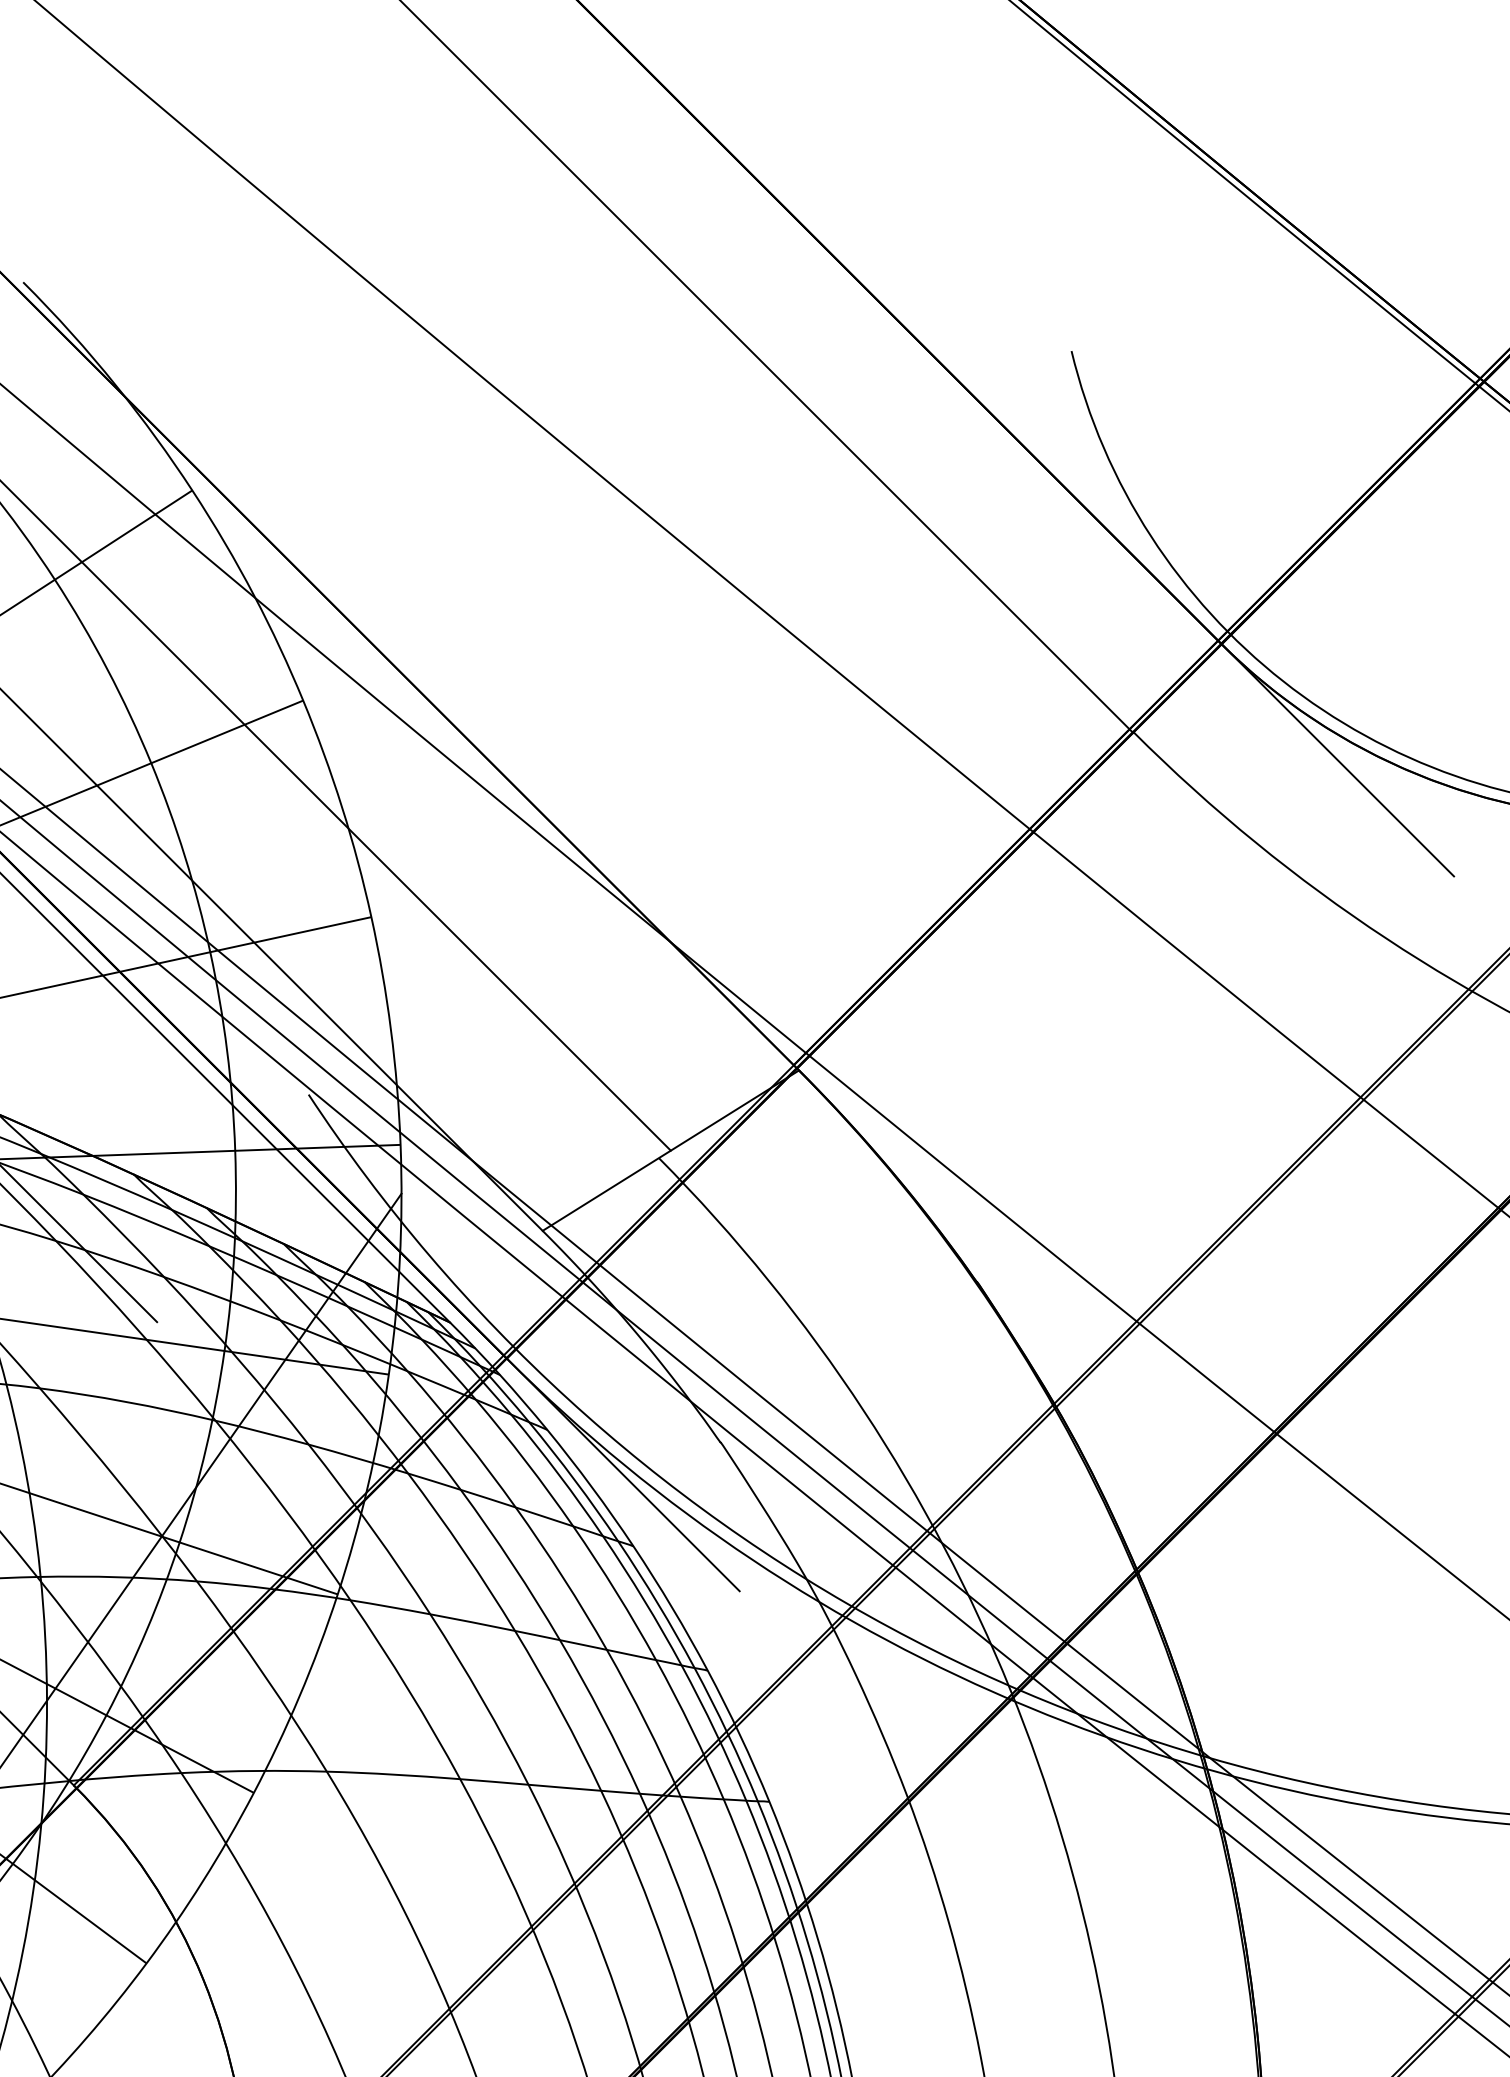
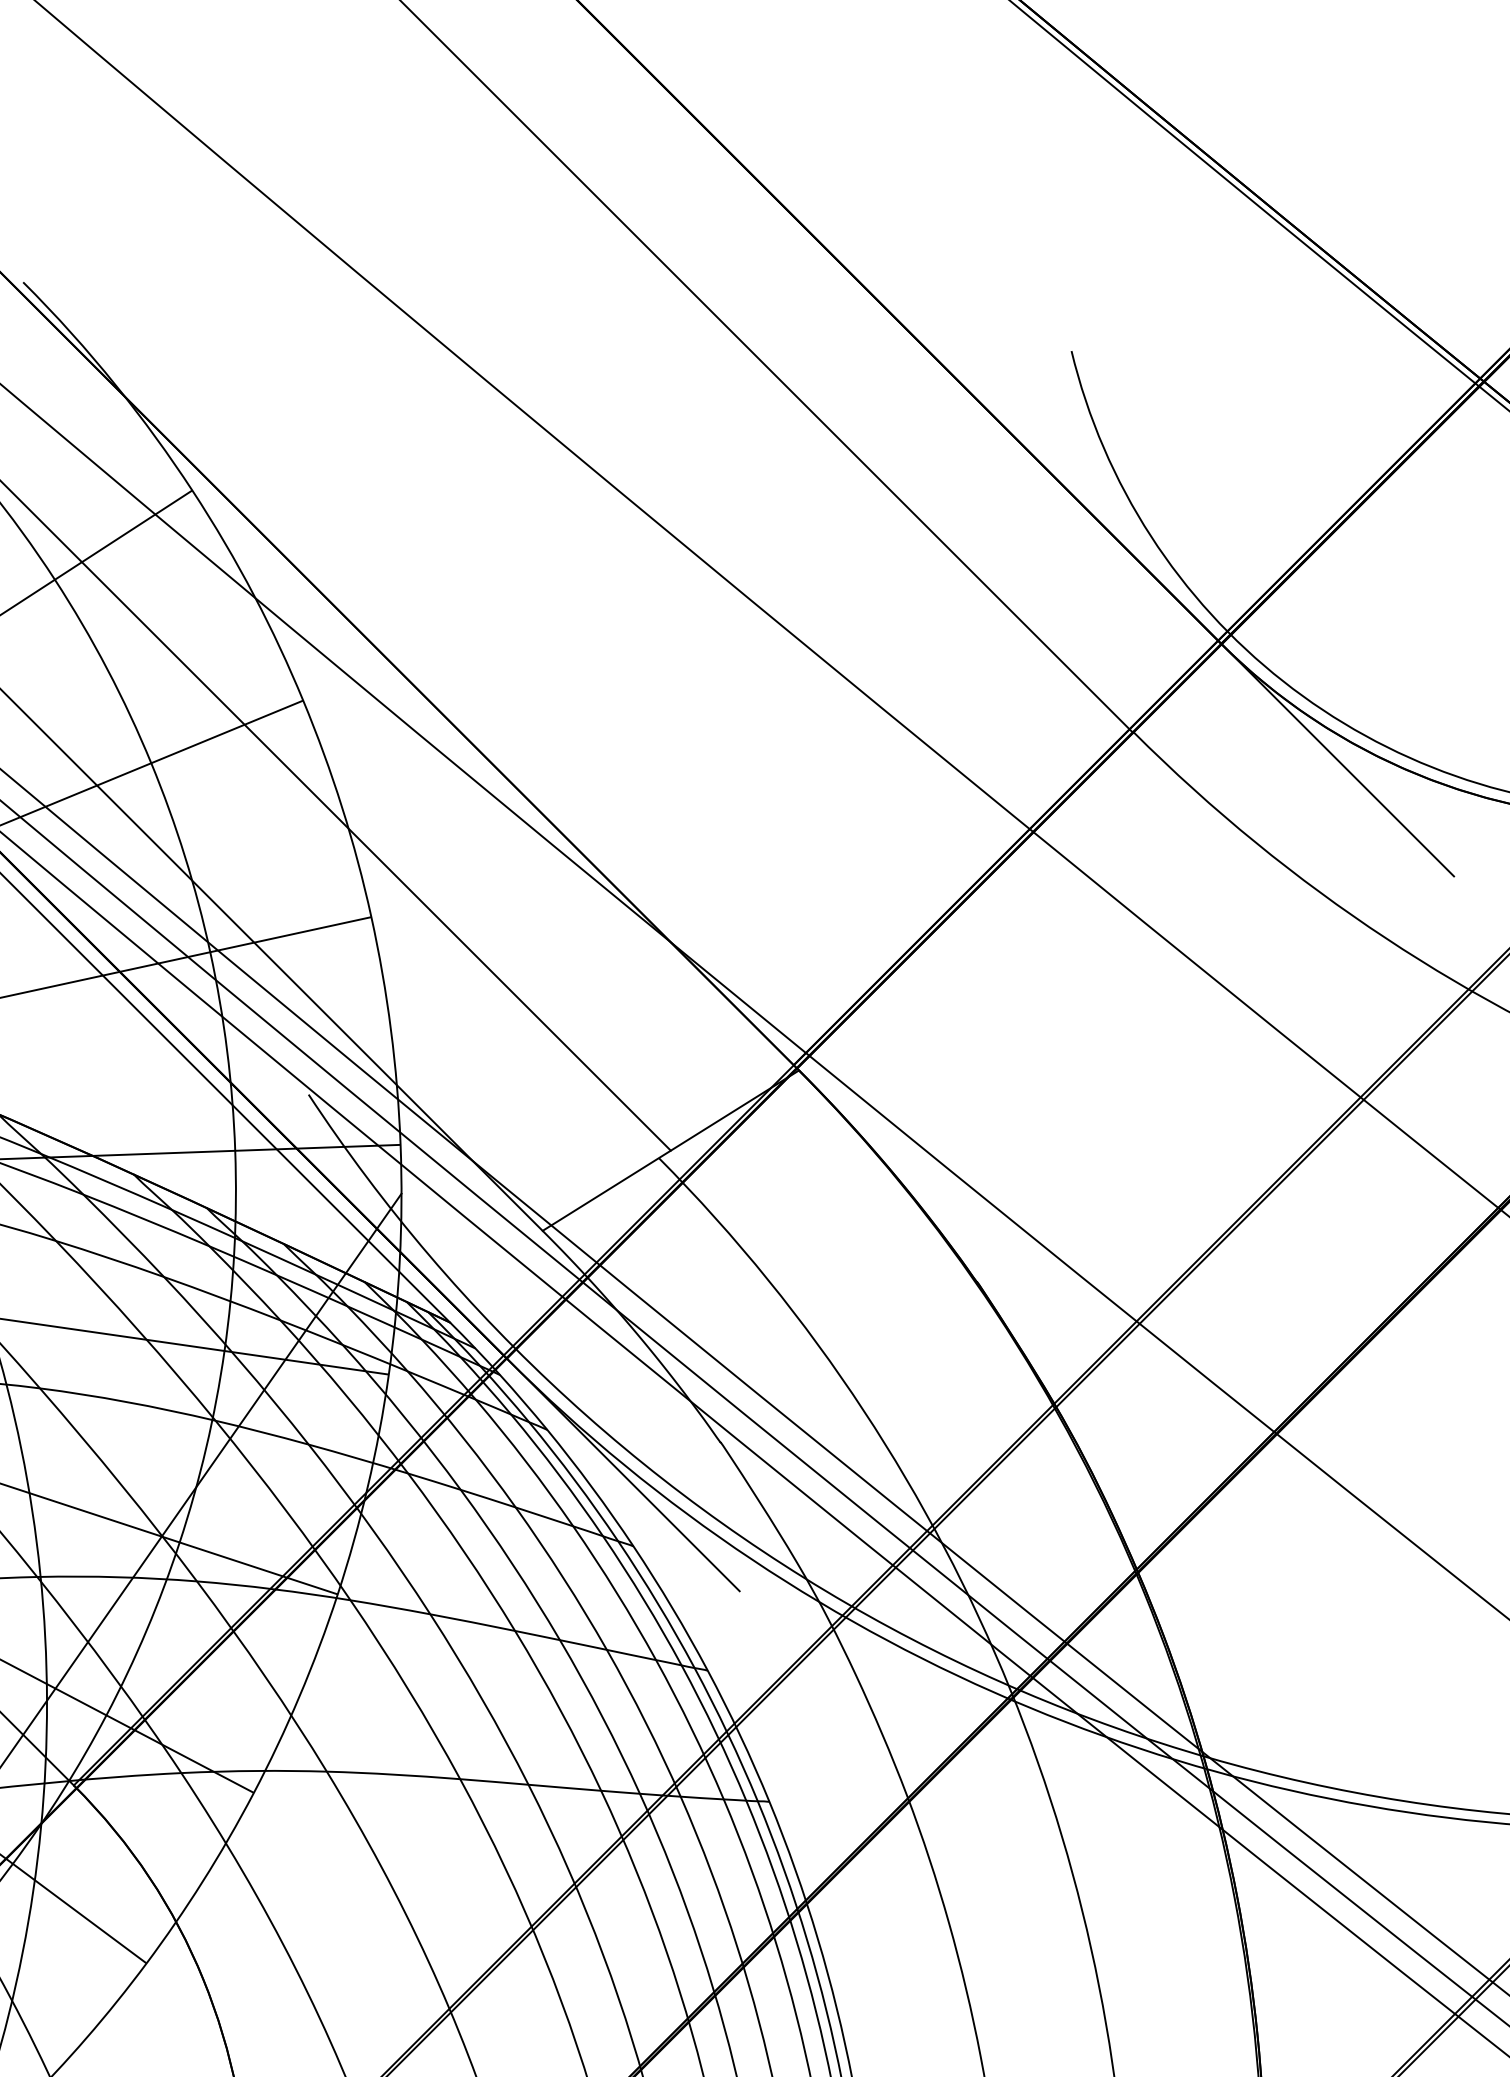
line at (79, 1244): present -> none
